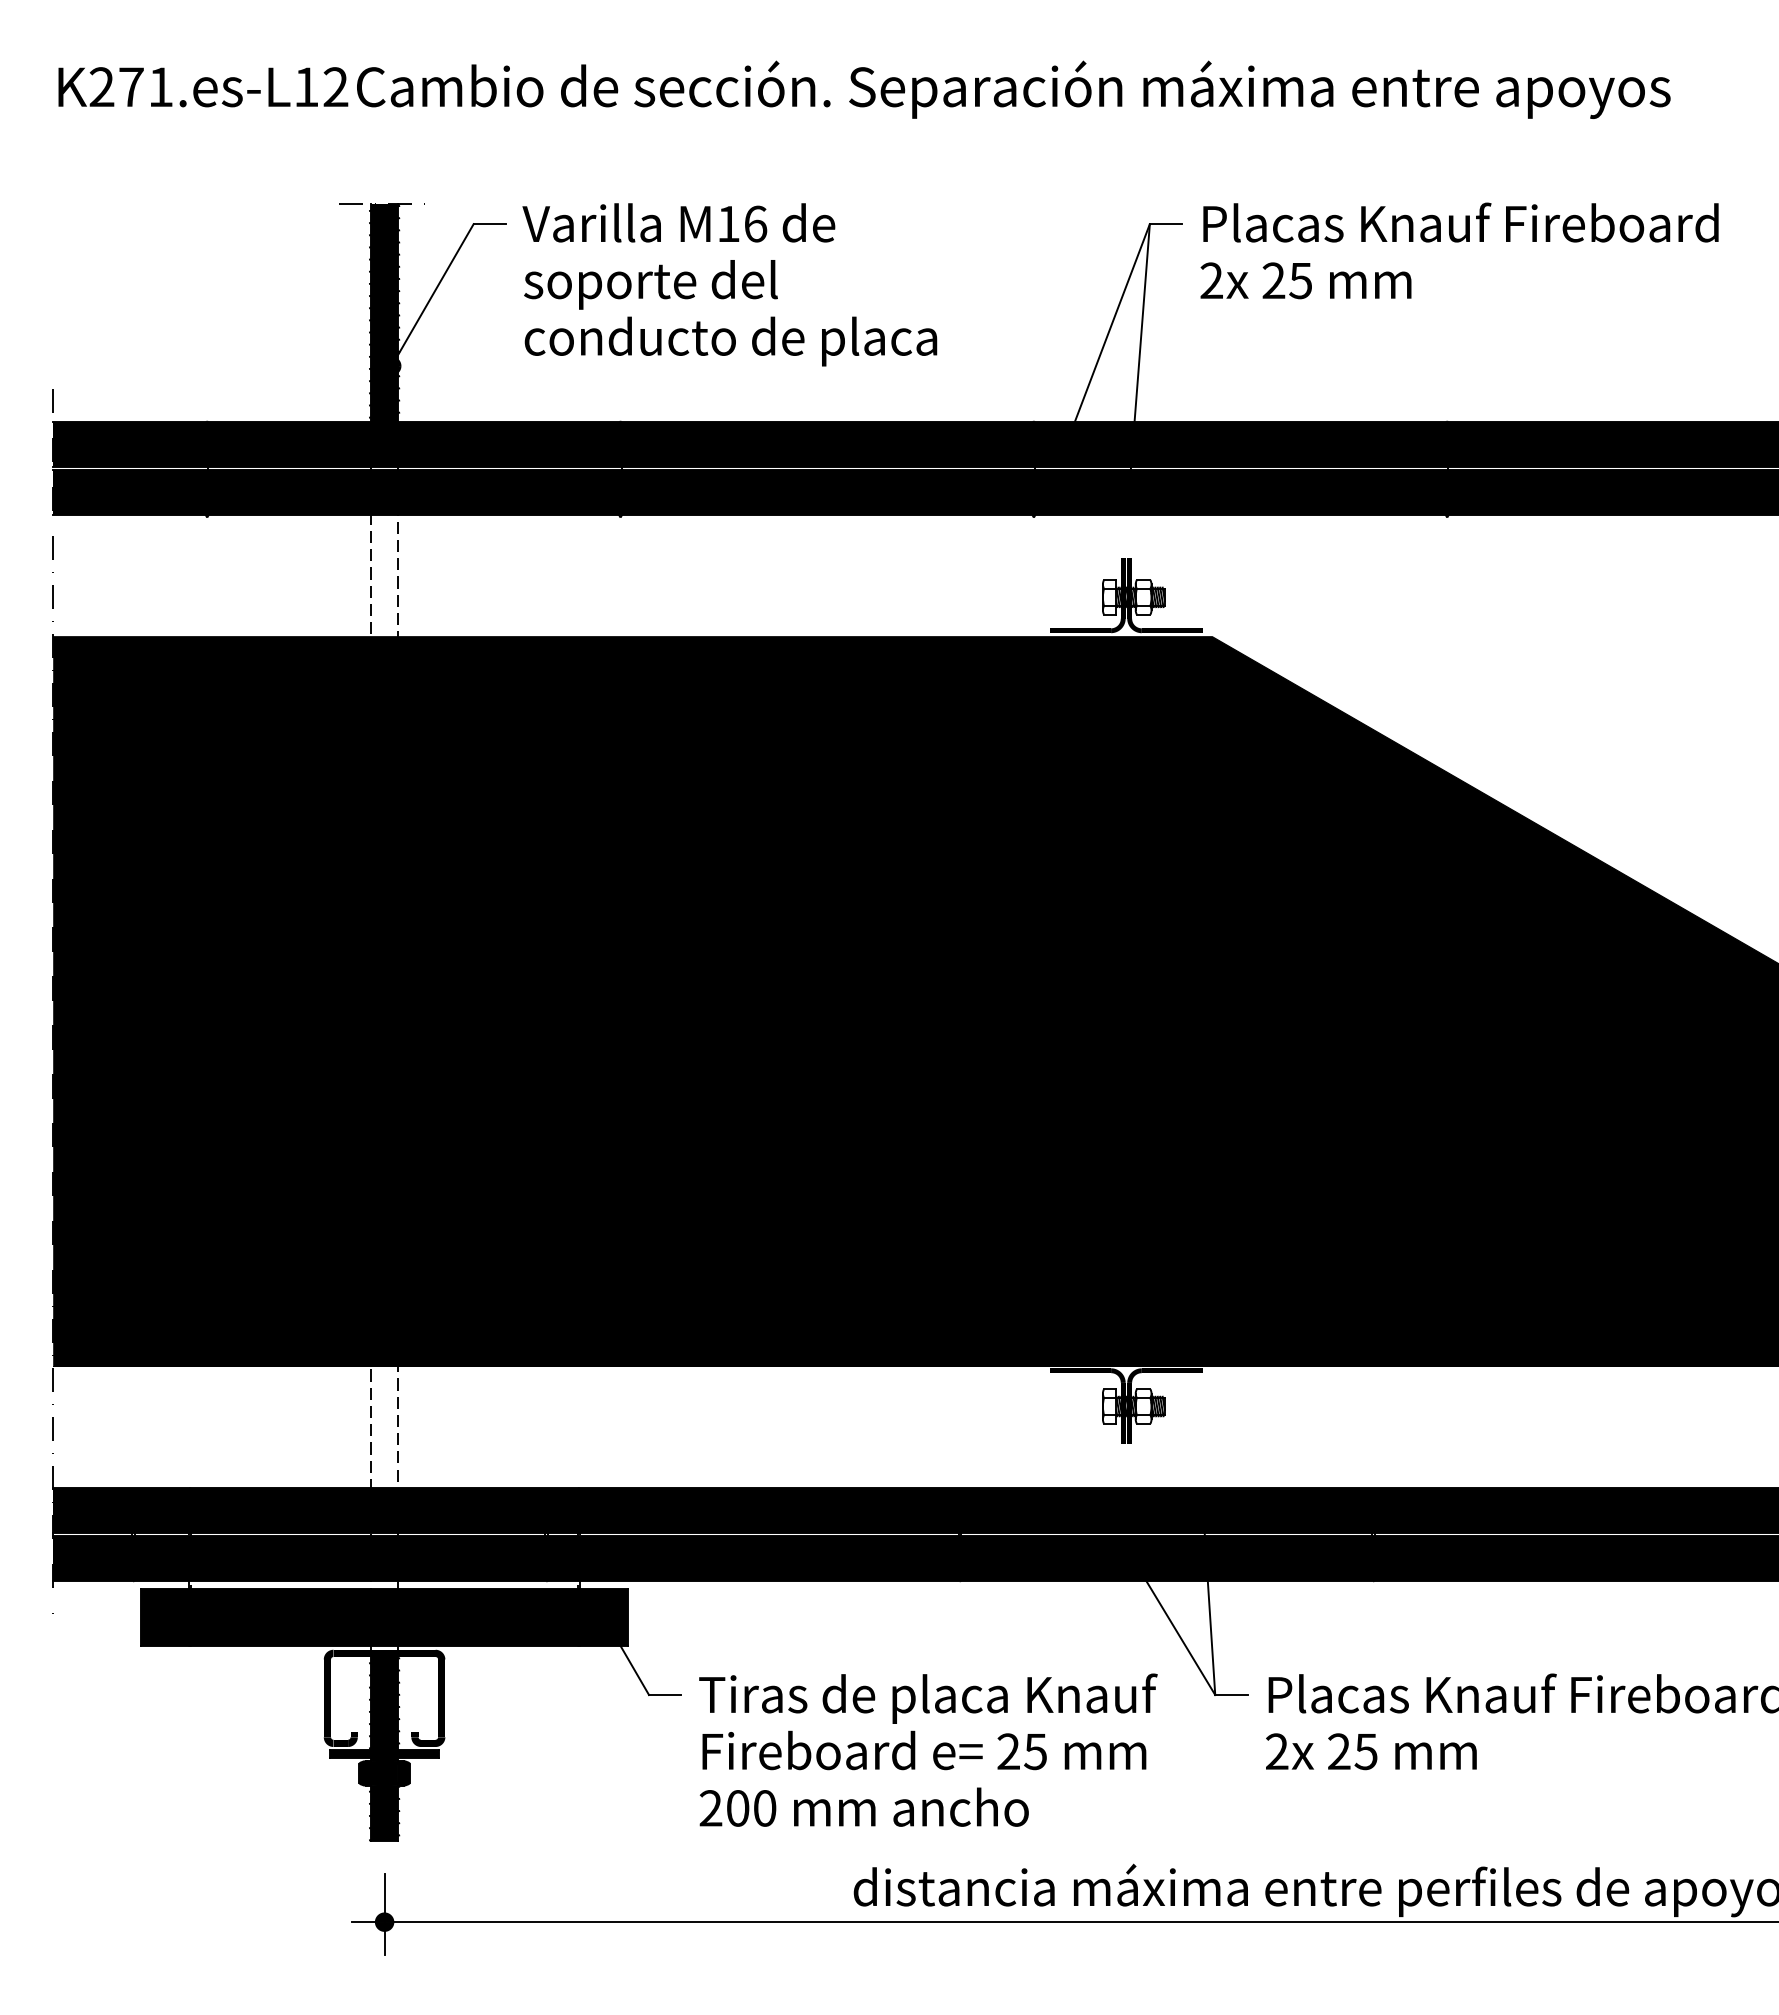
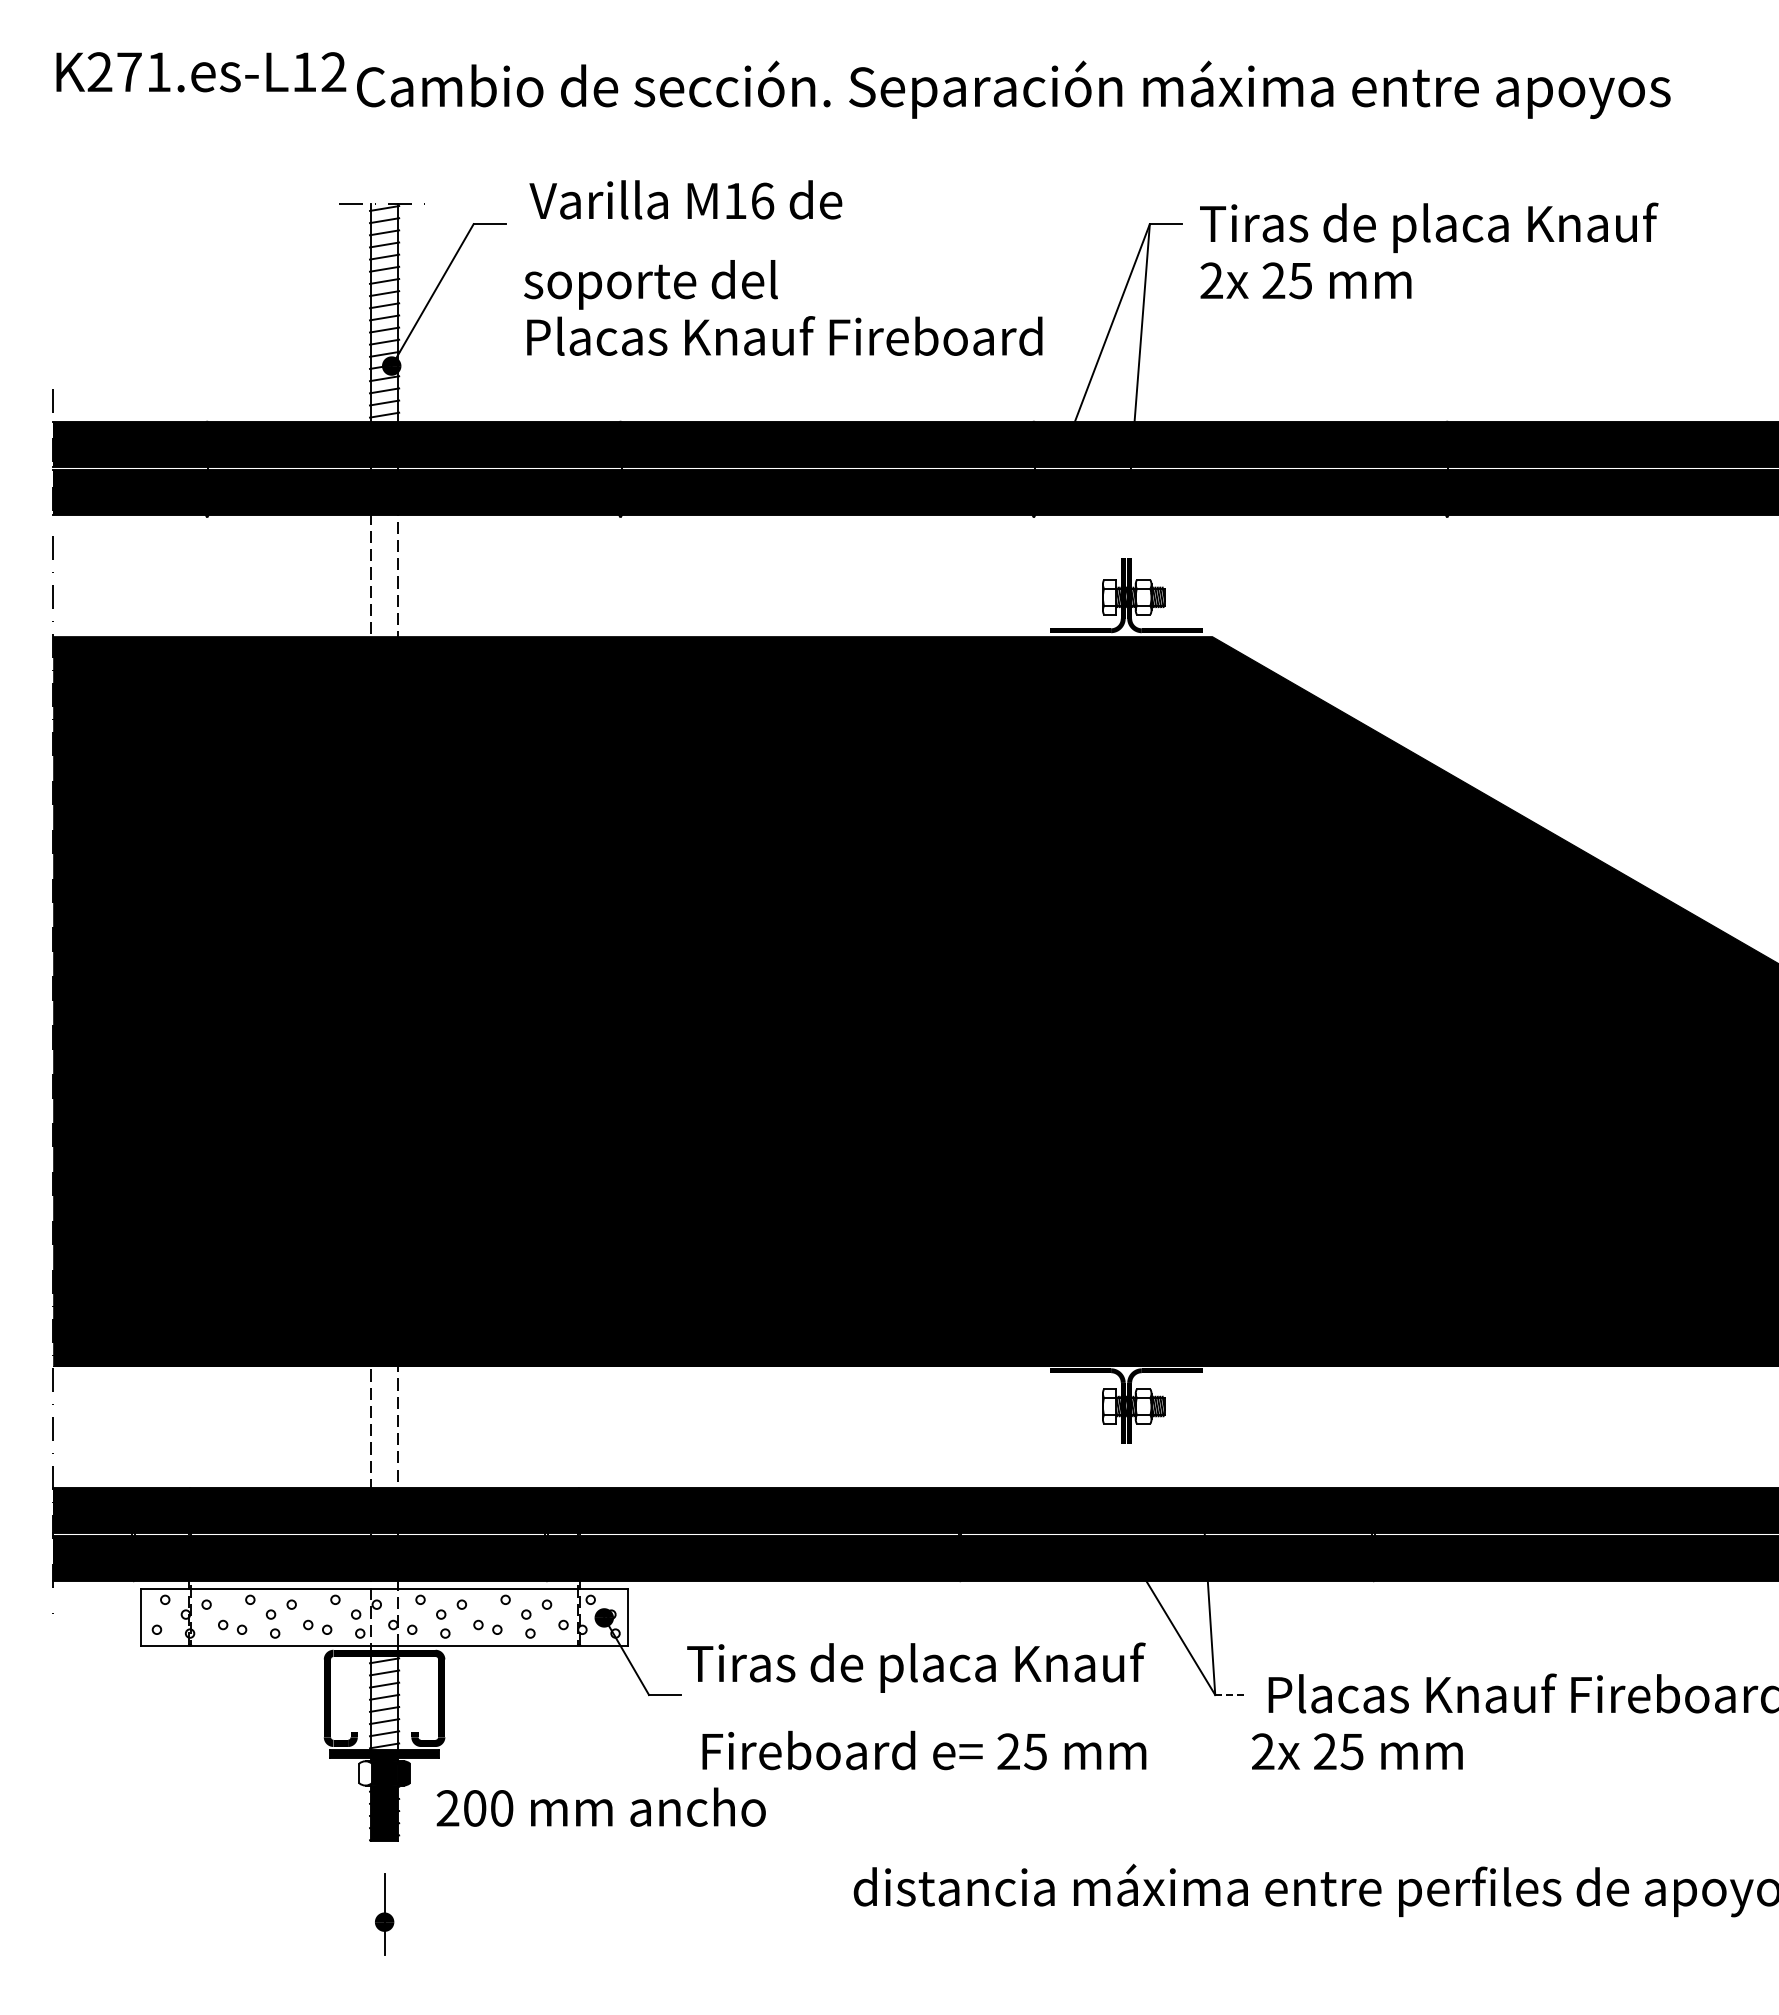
text at (203, 87) position: (203, 87) -> (201, 72)
text at (678, 222) position: (678, 222) -> (685, 199)
text at (1459, 227): Placas Knauf Fireboard -> Tiras de placa Knauf
fill at (384, 312): present -> none
text at (783, 341): conducto de placa -> Placas Knauf Fireboard
fill at (384, 1616): present -> none
line at (1231, 1695): solid -> dashed
text at (928, 1698) position: (928, 1698) -> (916, 1667)
fill at (384, 1703): present -> none
text at (1371, 1751) position: (1371, 1751) -> (1357, 1751)
fill at (365, 1773): present -> none
text at (863, 1806) position: (863, 1806) -> (600, 1806)
line at (1063, 1922): present -> none
